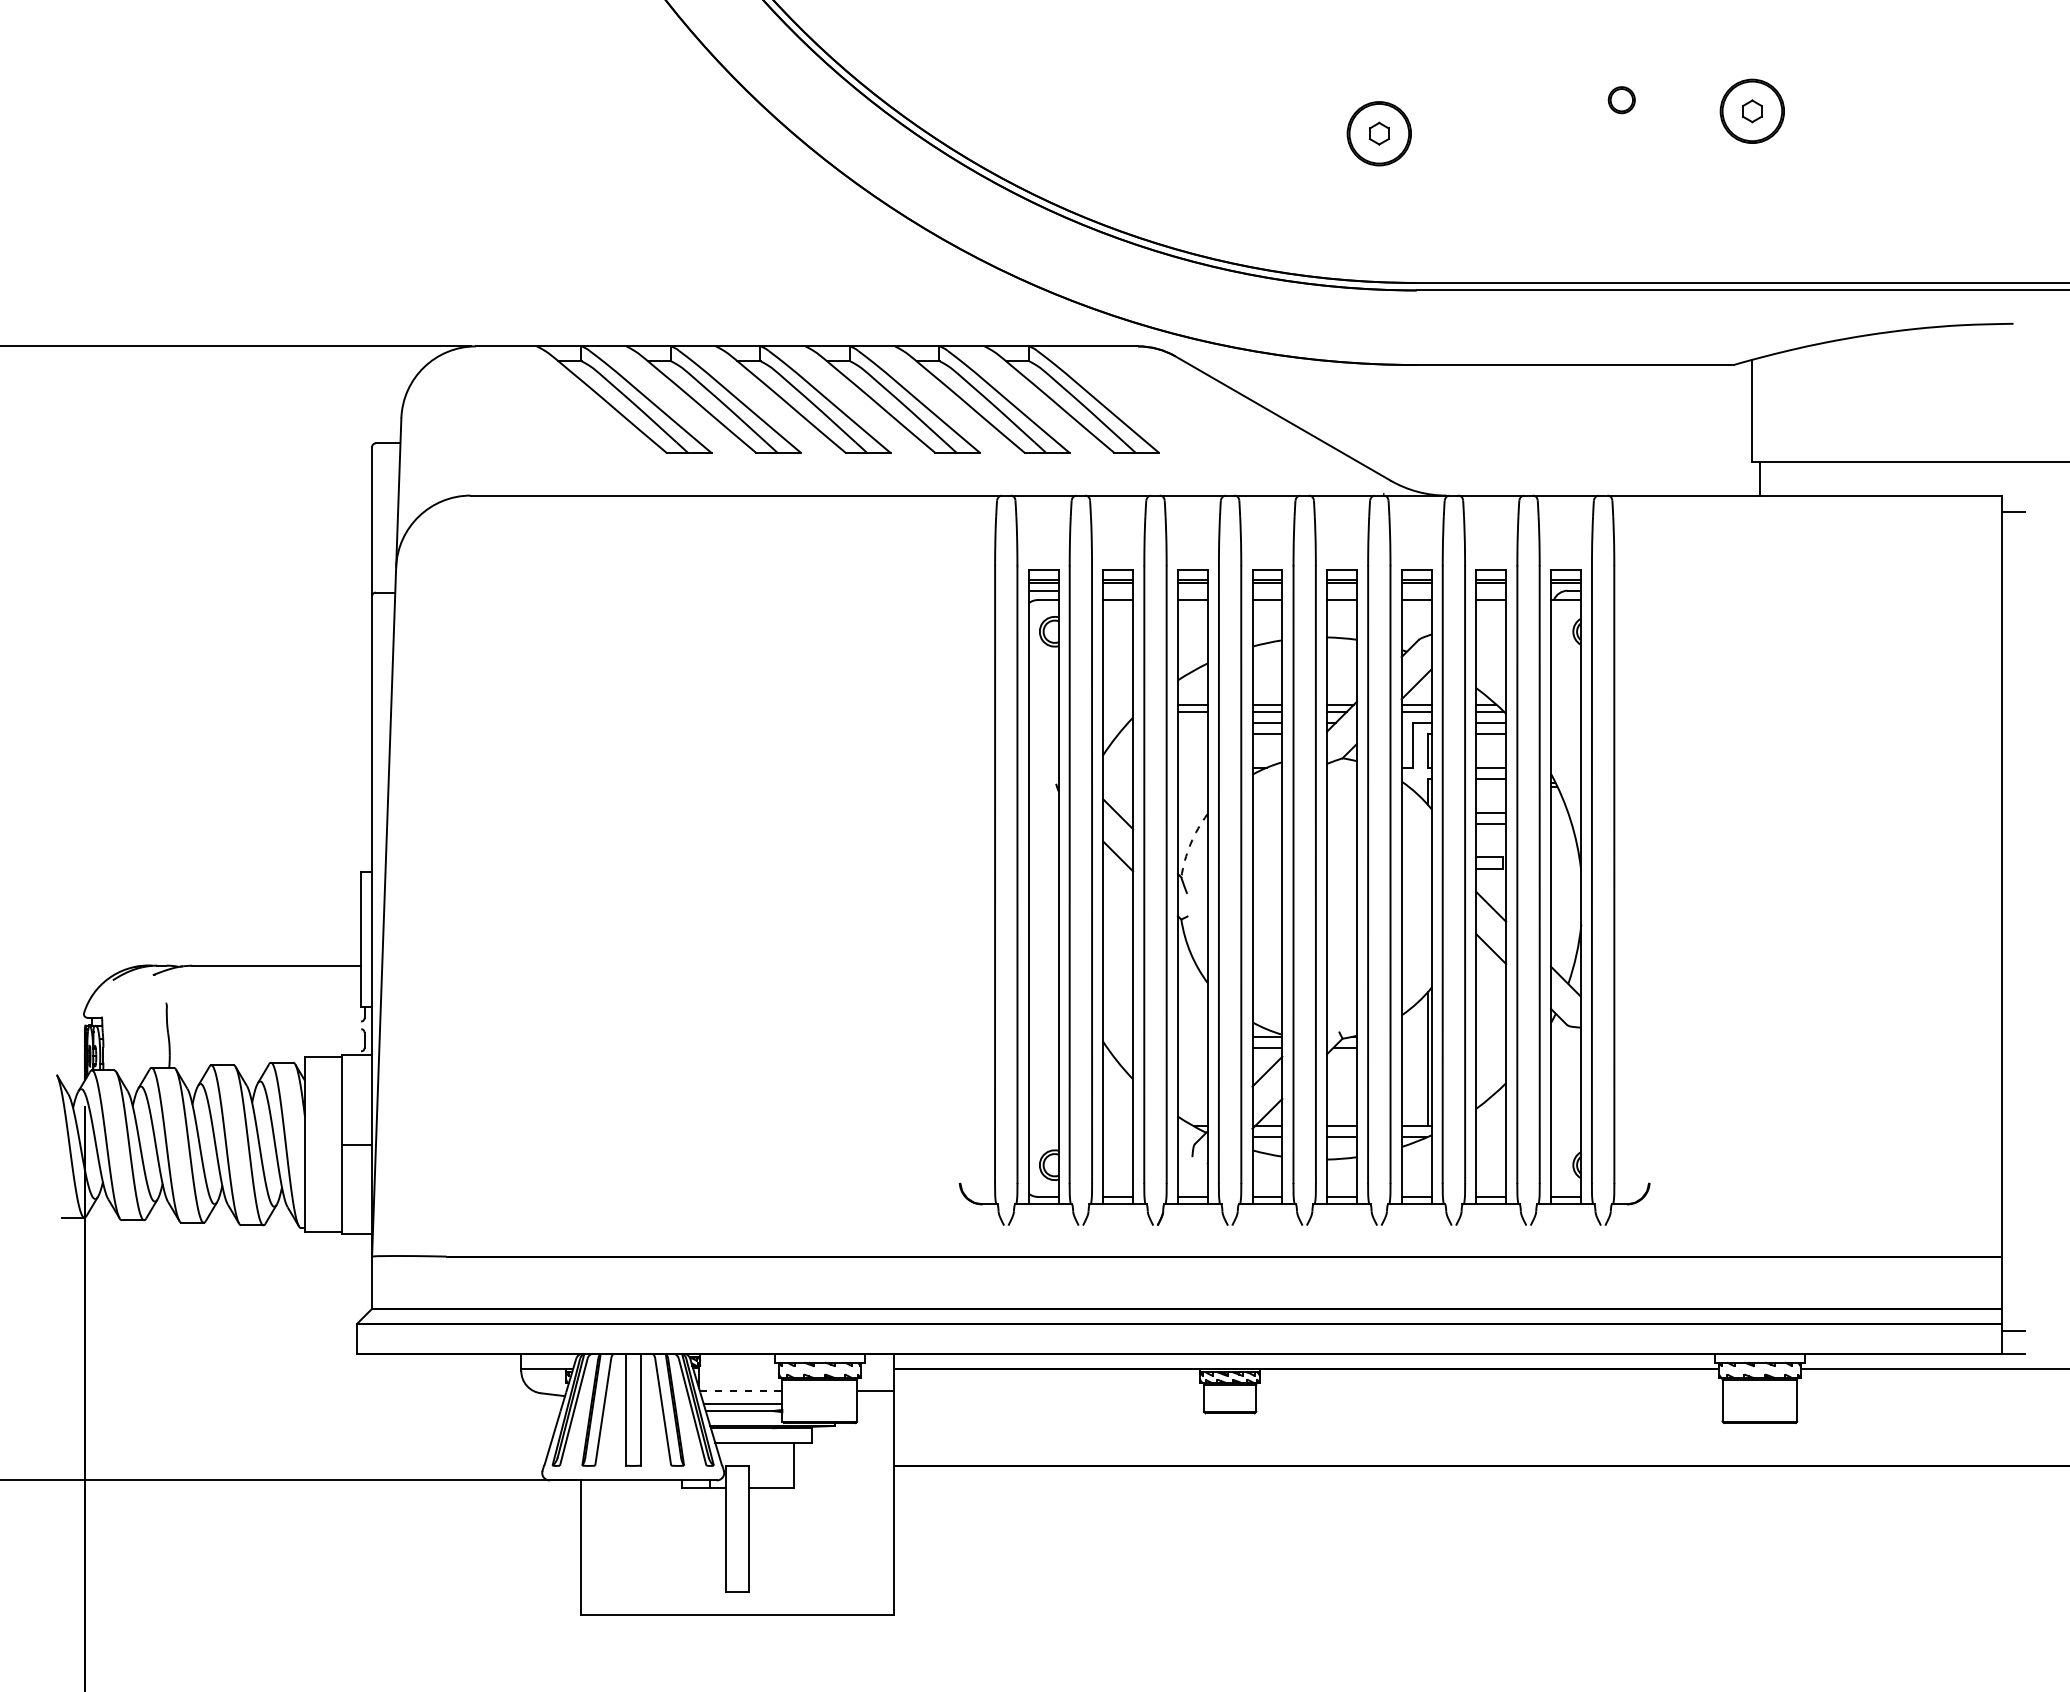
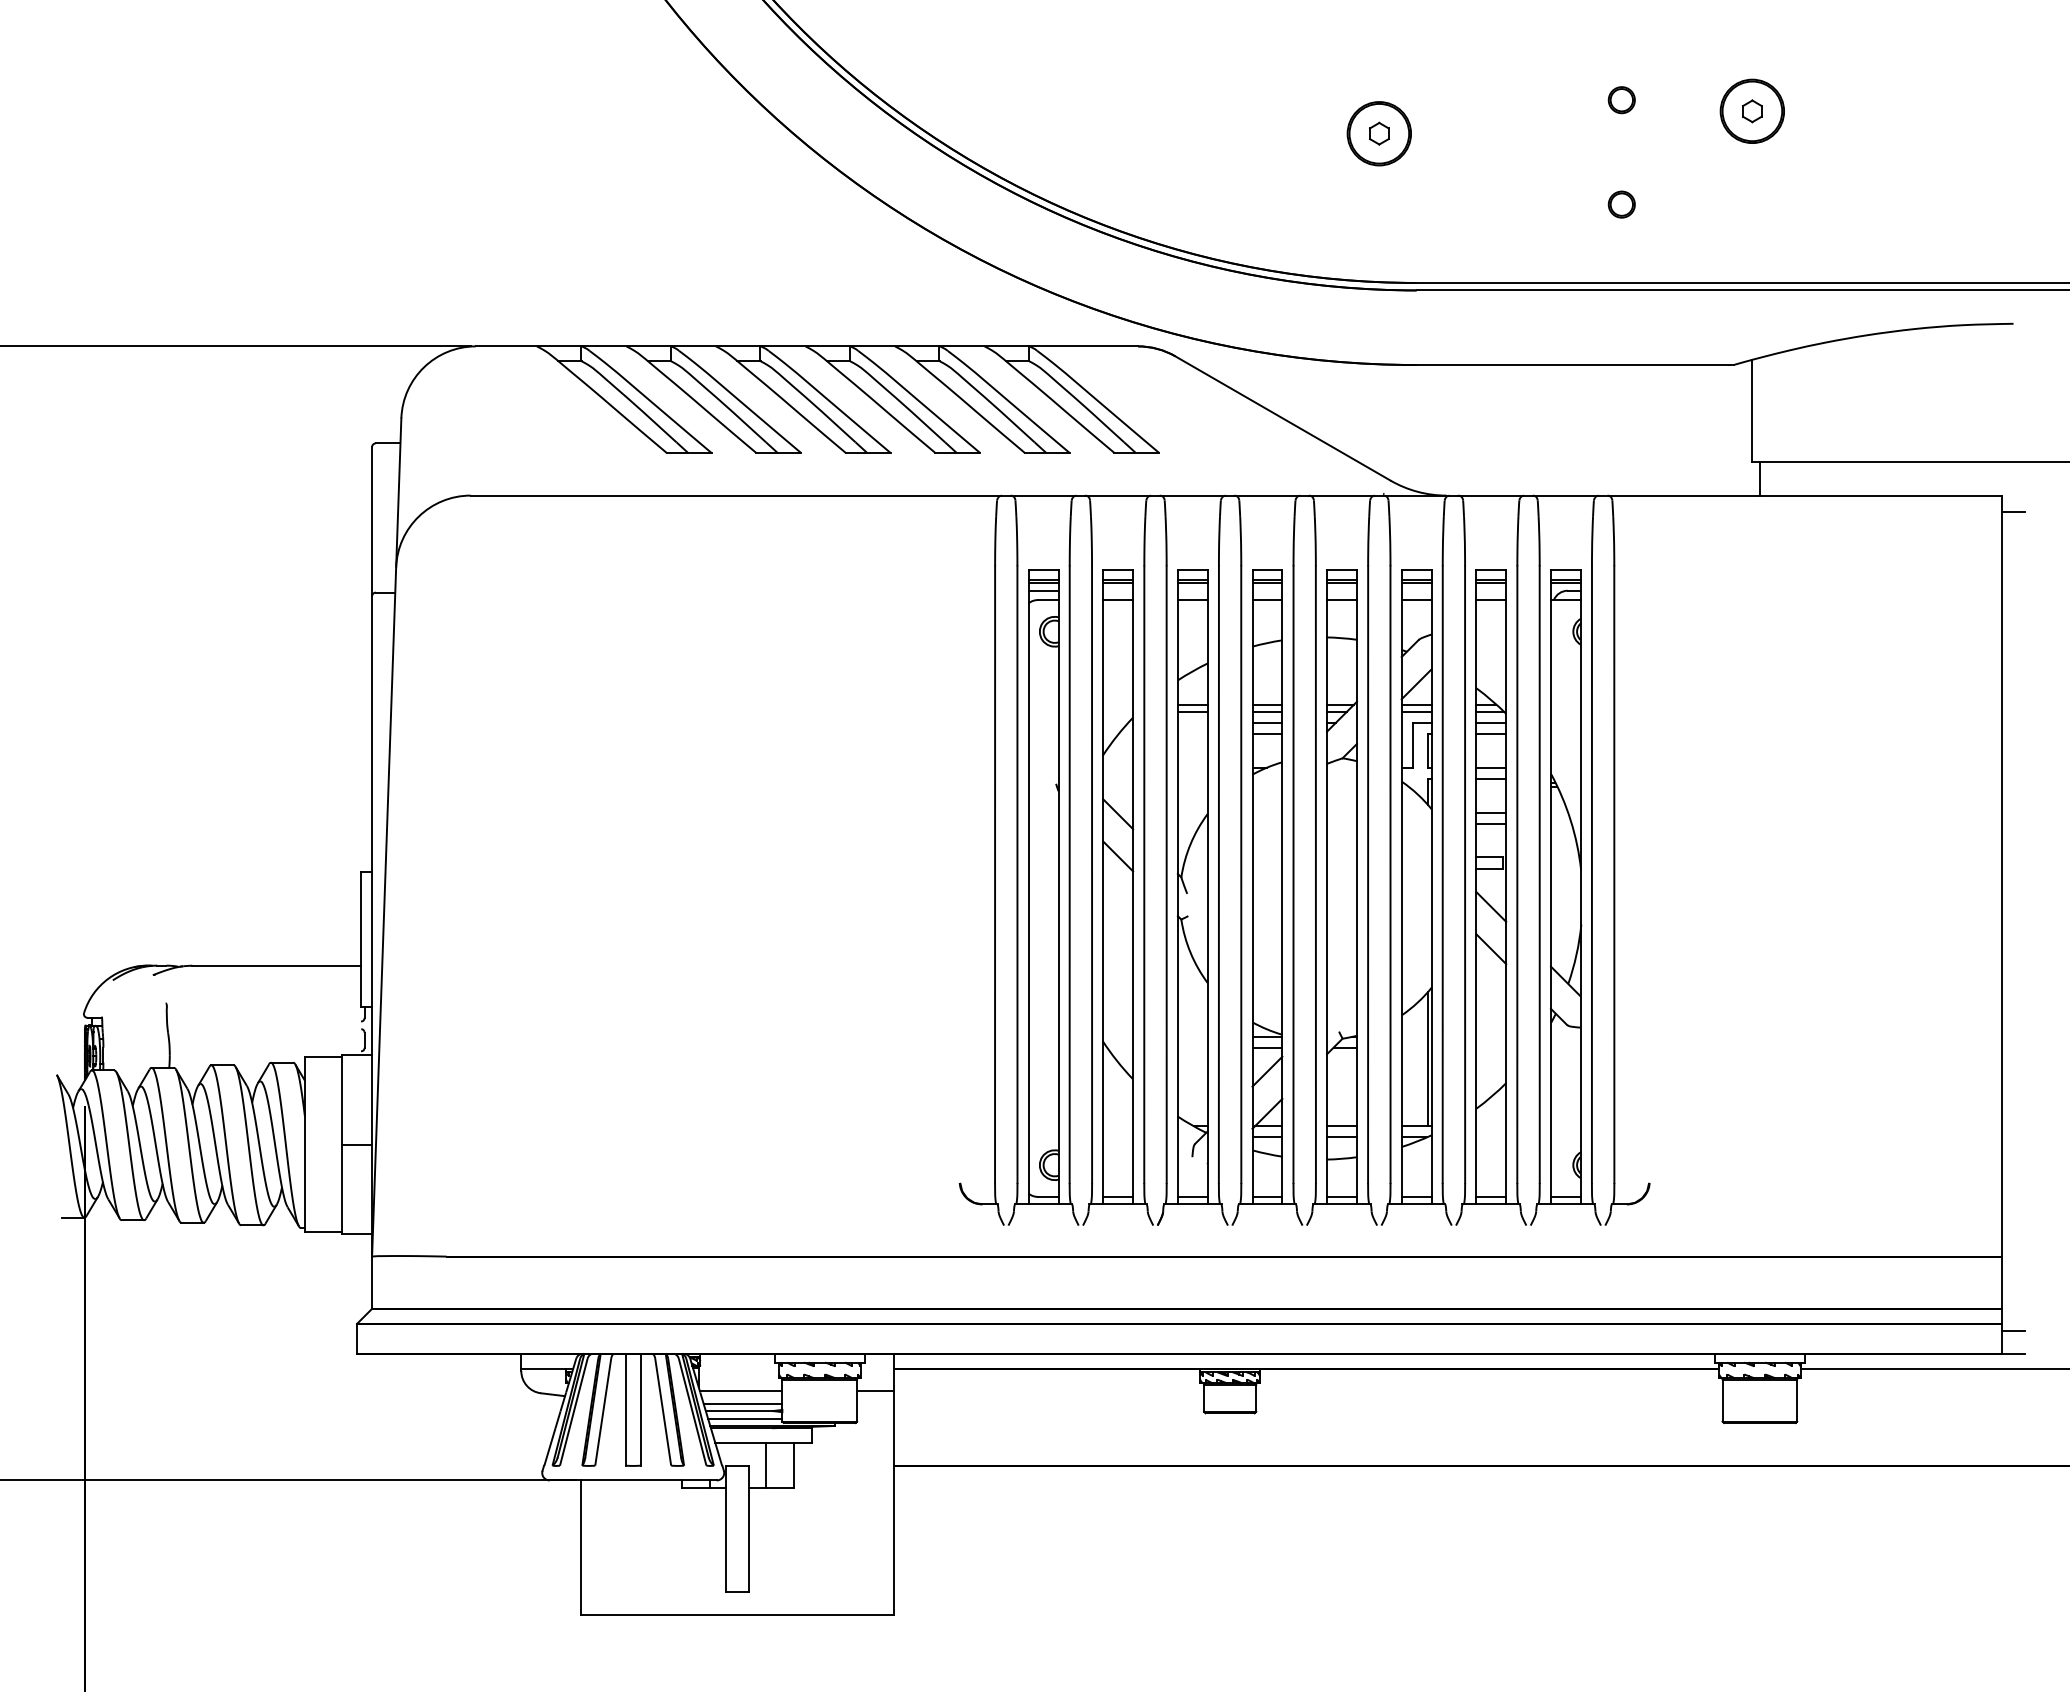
part at (1621, 204): none -> present
arc at (1190, 844): dashed -> solid
line at (741, 1390): dashed -> solid
line at (745, 1418): none -> present
line at (765, 1465): none -> present
